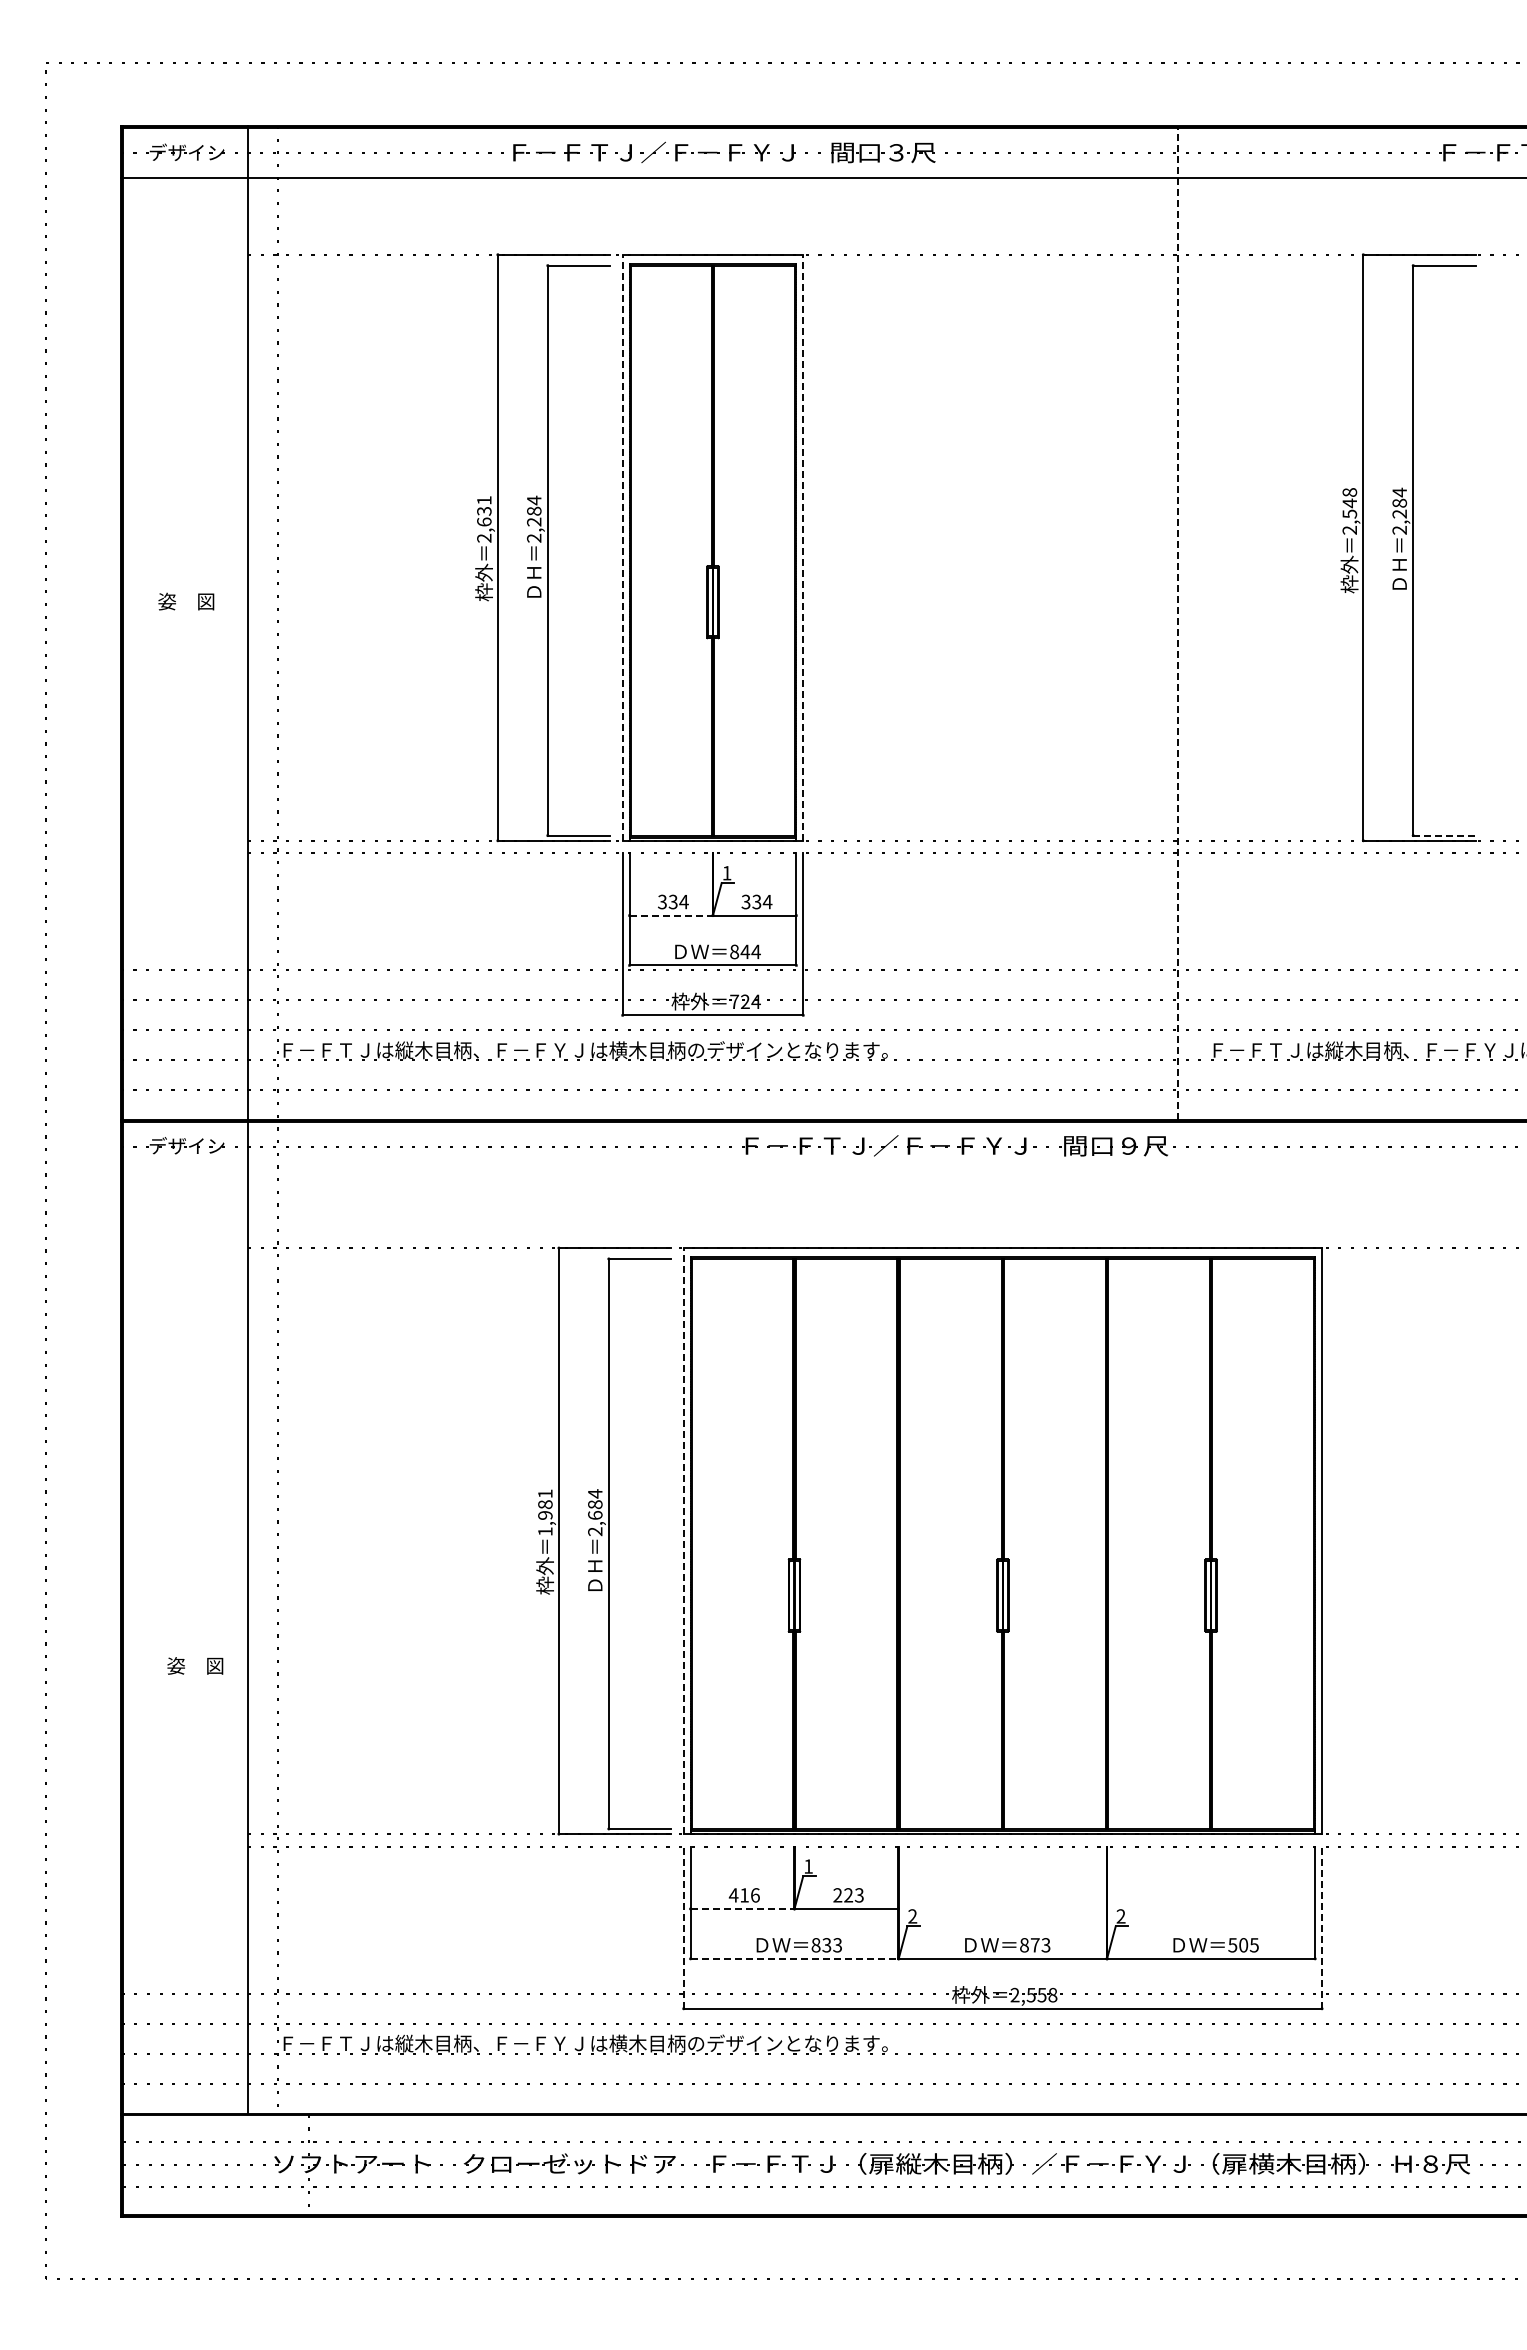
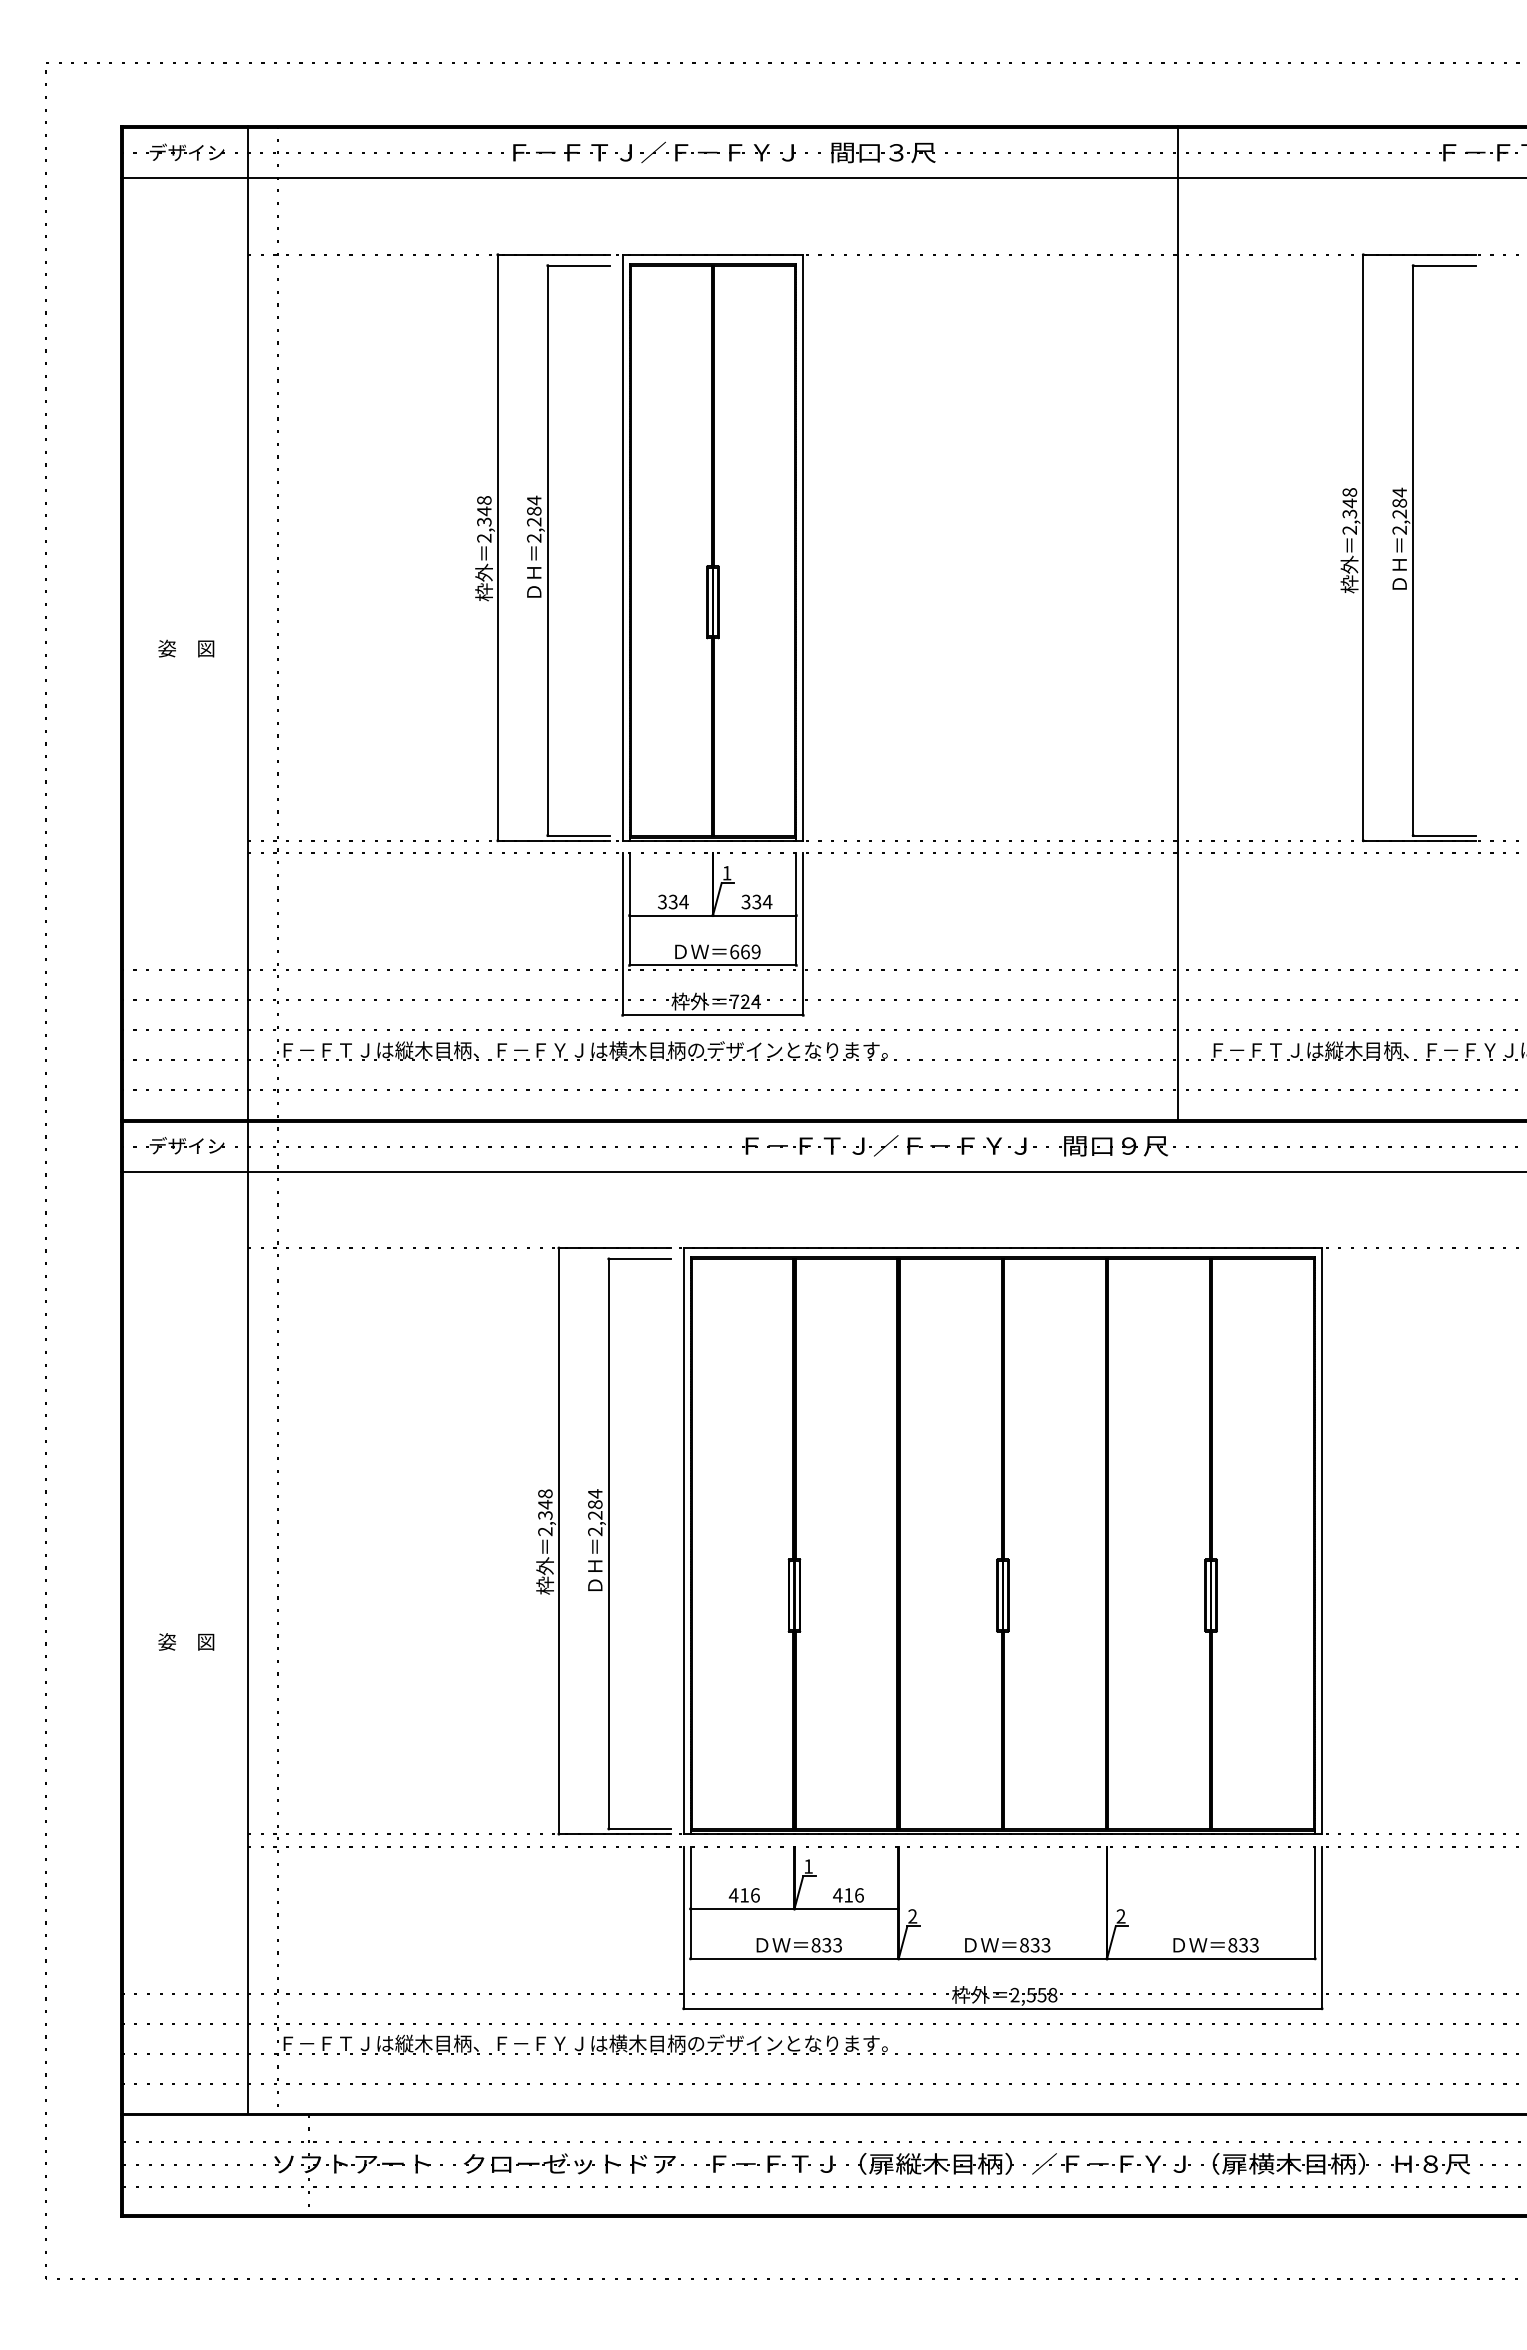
text at (484, 511): 2,631 -> 2,348
text at (1349, 513): 2,548 -> 2,348
line at (622, 547): dashed -> solid
line at (803, 547): dashed -> solid
text at (186, 601) position: (186, 601) -> (186, 648)
line at (1177, 622): dashed -> solid
line at (1444, 835): dashed -> solid
line at (671, 915): dashed -> solid
text at (745, 951): 844 -> 669
line at (821, 1171): none -> present
text at (545, 1512): 1,981 -> 2,348
text at (595, 1515): 2,684 -> 2,284
line at (683, 1541): dashed -> solid
text at (195, 1665) position: (195, 1665) -> (186, 1641)
text at (848, 1895): 223 -> 416
line at (742, 1908): dashed -> solid
line at (683, 1927): dashed -> solid
line at (1322, 1927): dashed -> solid
text at (1034, 1945): 873 -> 833
text at (1243, 1945): 505 -> 833
line at (794, 1958): dashed -> solid
